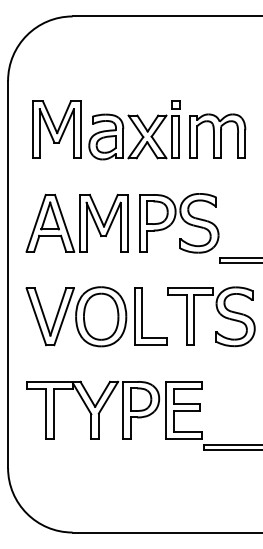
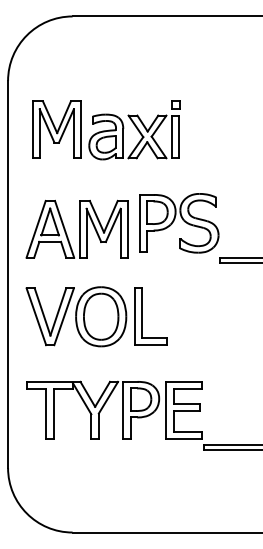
part at (217, 135): present -> none
part at (76, 222) position: (76, 222) -> (76, 228)
part at (218, 313): present -> none
